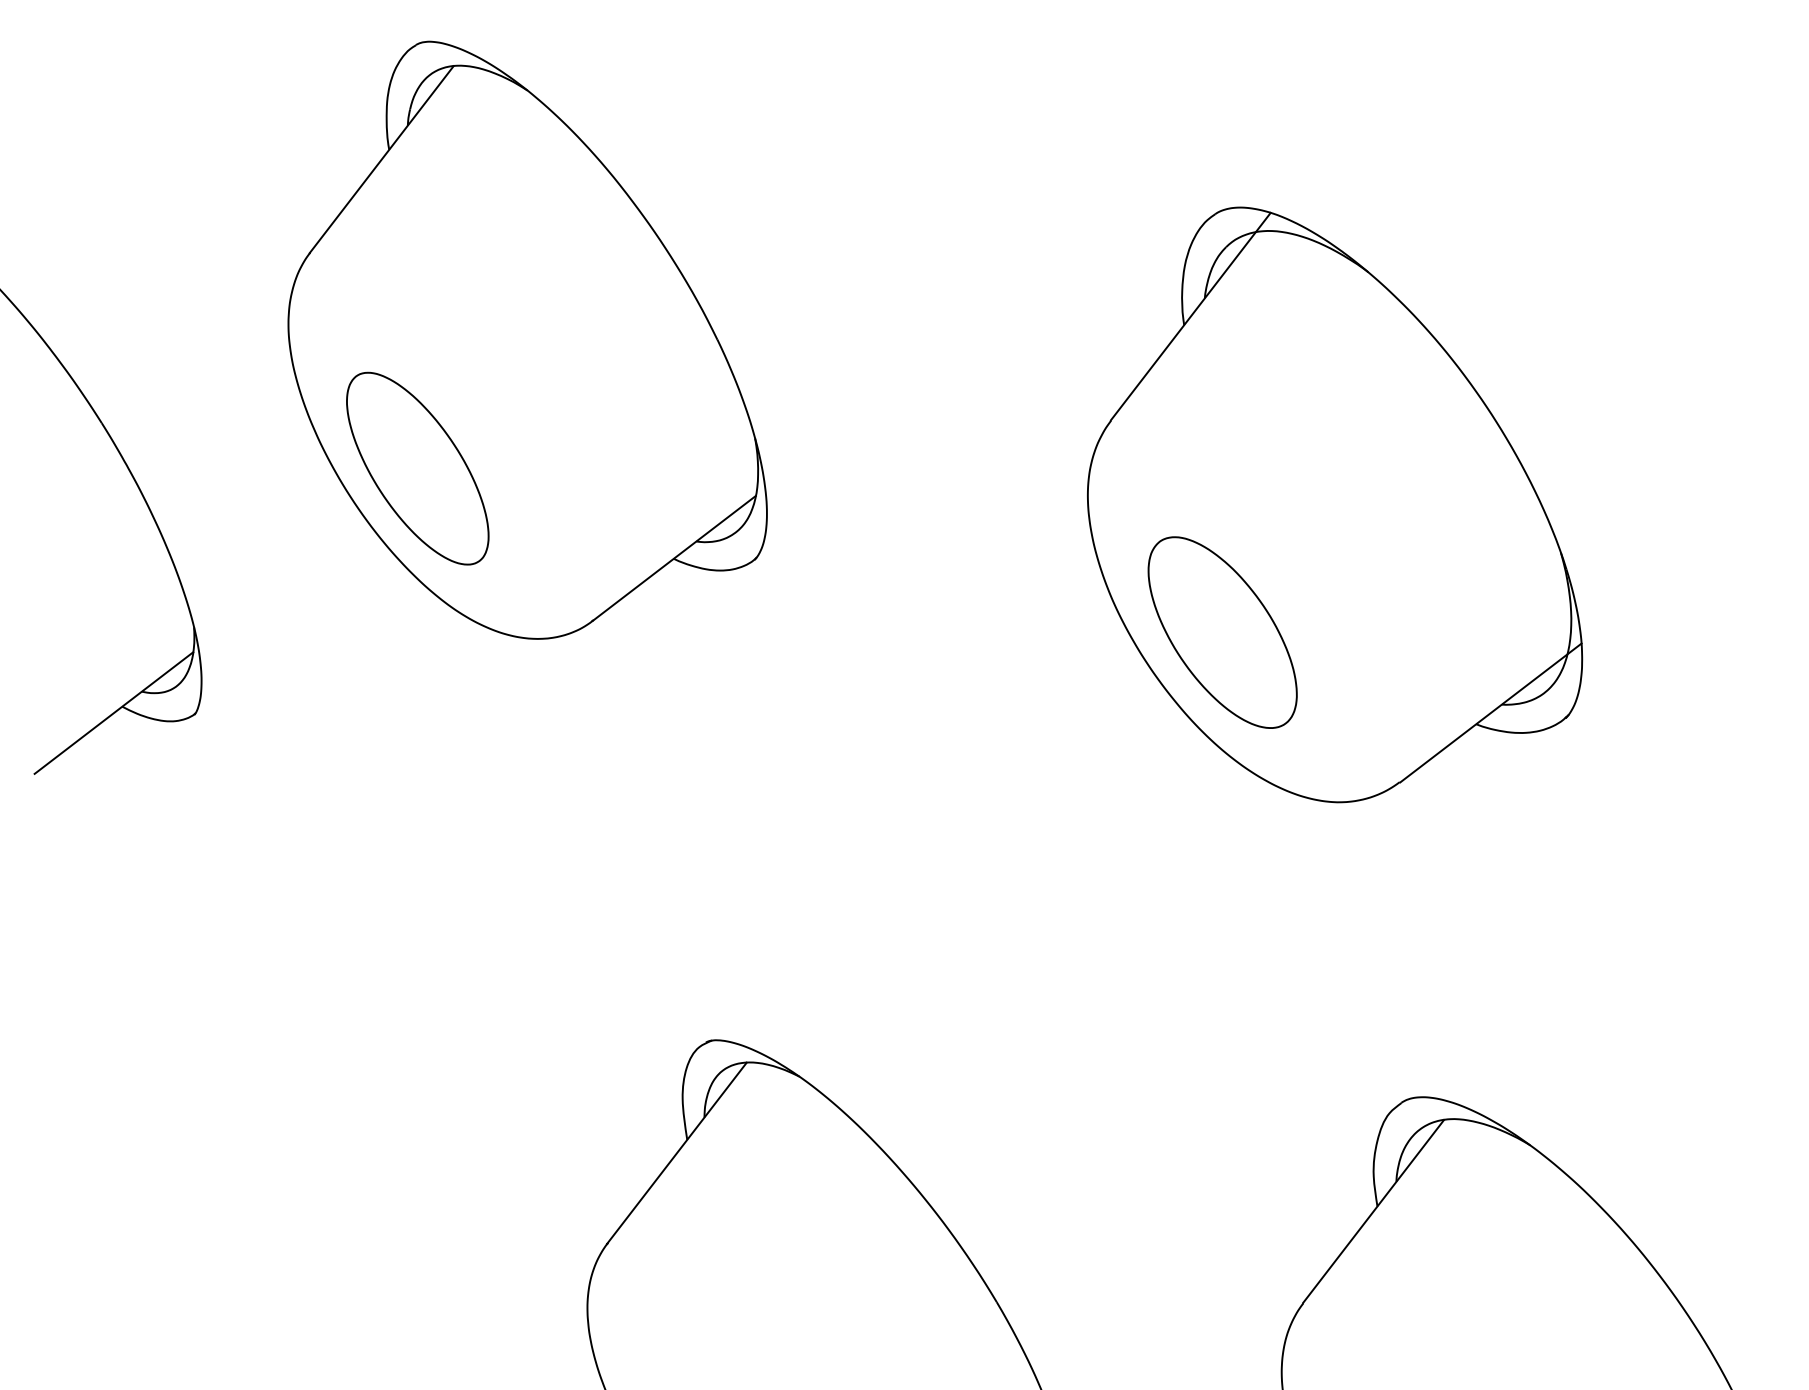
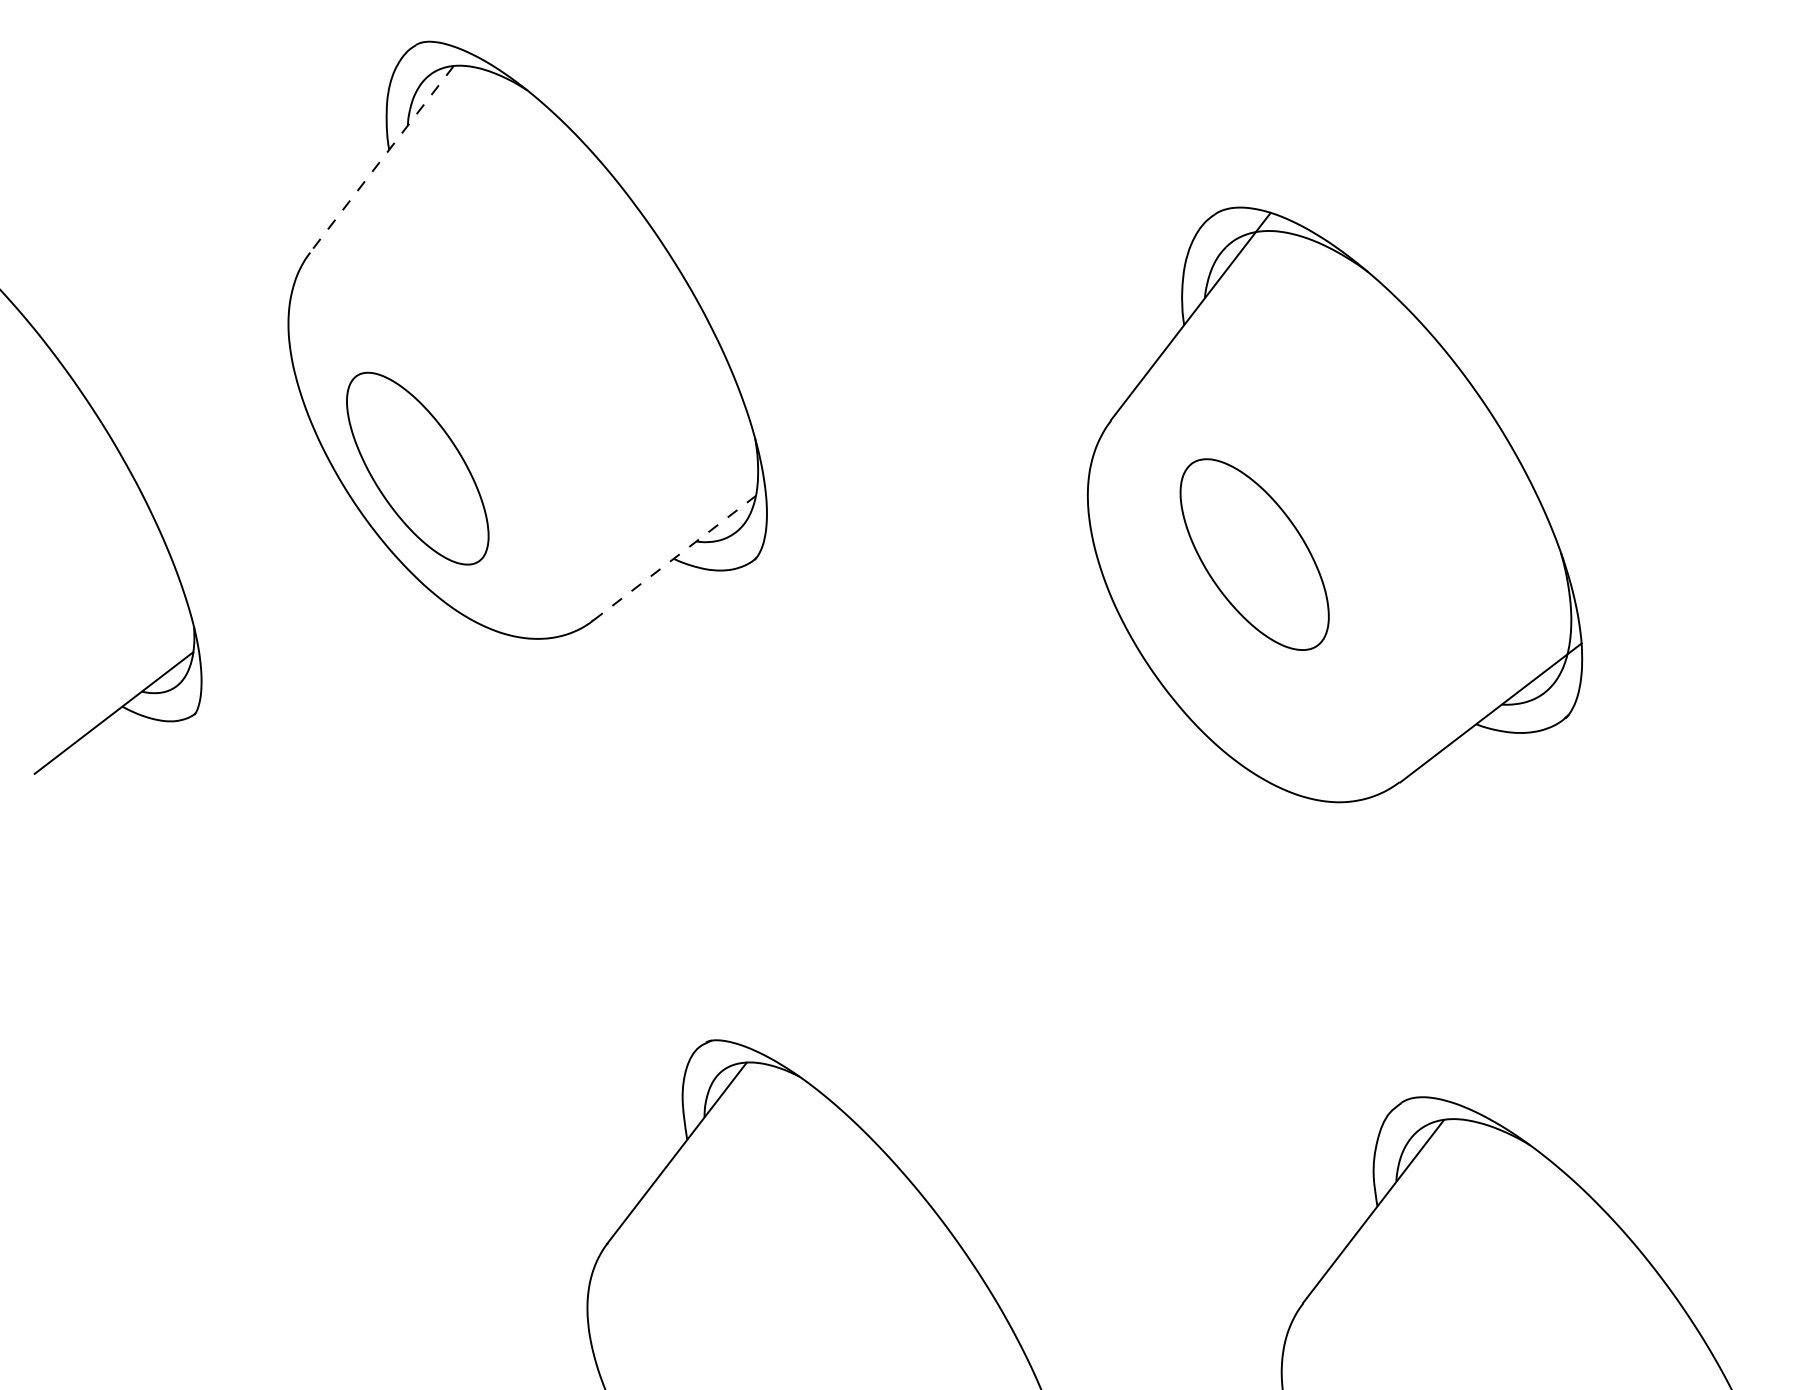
line at (381, 159): solid -> dashed
line at (674, 558): solid -> dashed
part at (1222, 632) position: (1222, 632) -> (1254, 554)
